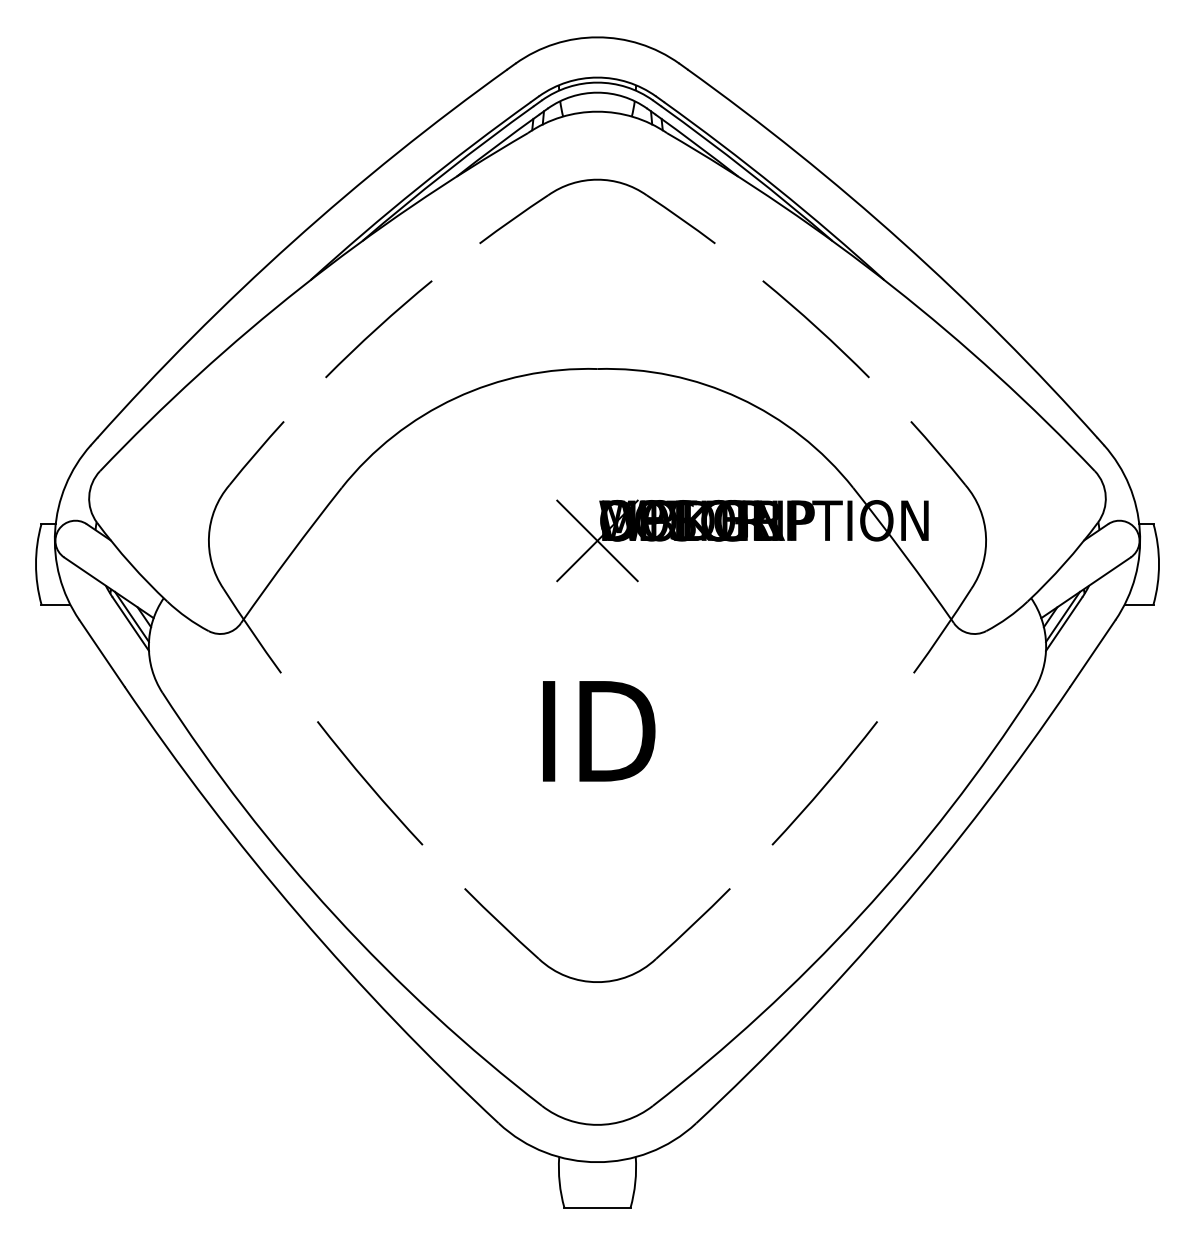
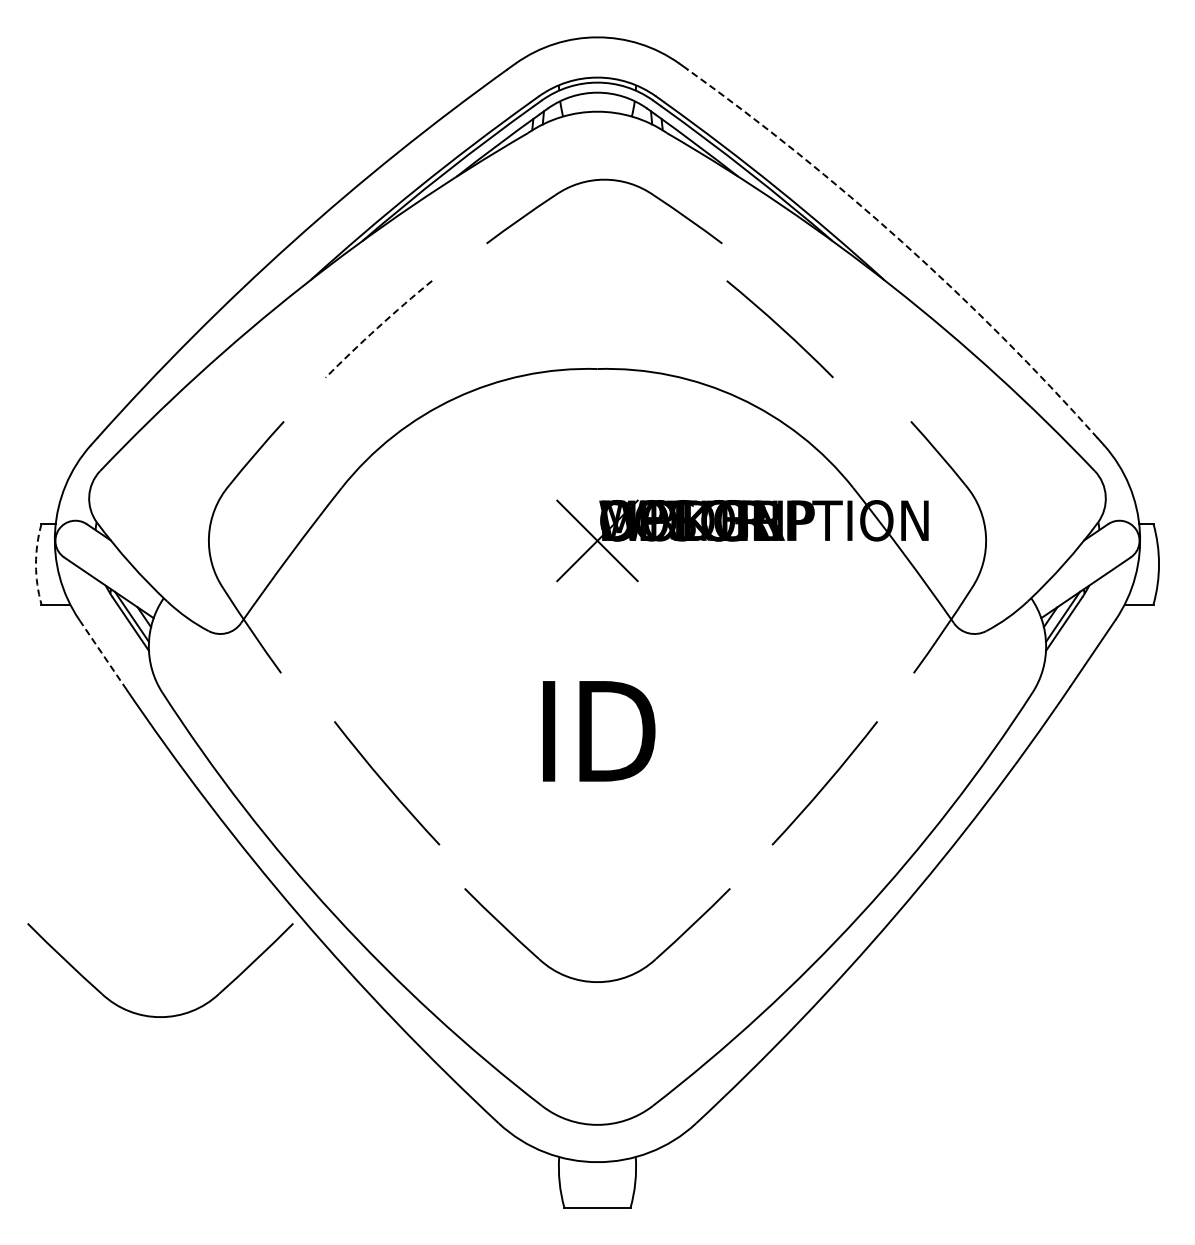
part at (597, 180) position: (597, 180) -> (604, 180)
arc at (902, 242): solid -> dashed
arc at (377, 327): solid -> dashed
arc at (816, 328) position: (816, 328) -> (780, 328)
arc at (36, 564): solid -> dashed
line at (102, 653): solid -> dashed
arc at (369, 783) position: (369, 783) -> (386, 783)
part at (153, 1015): none -> present
